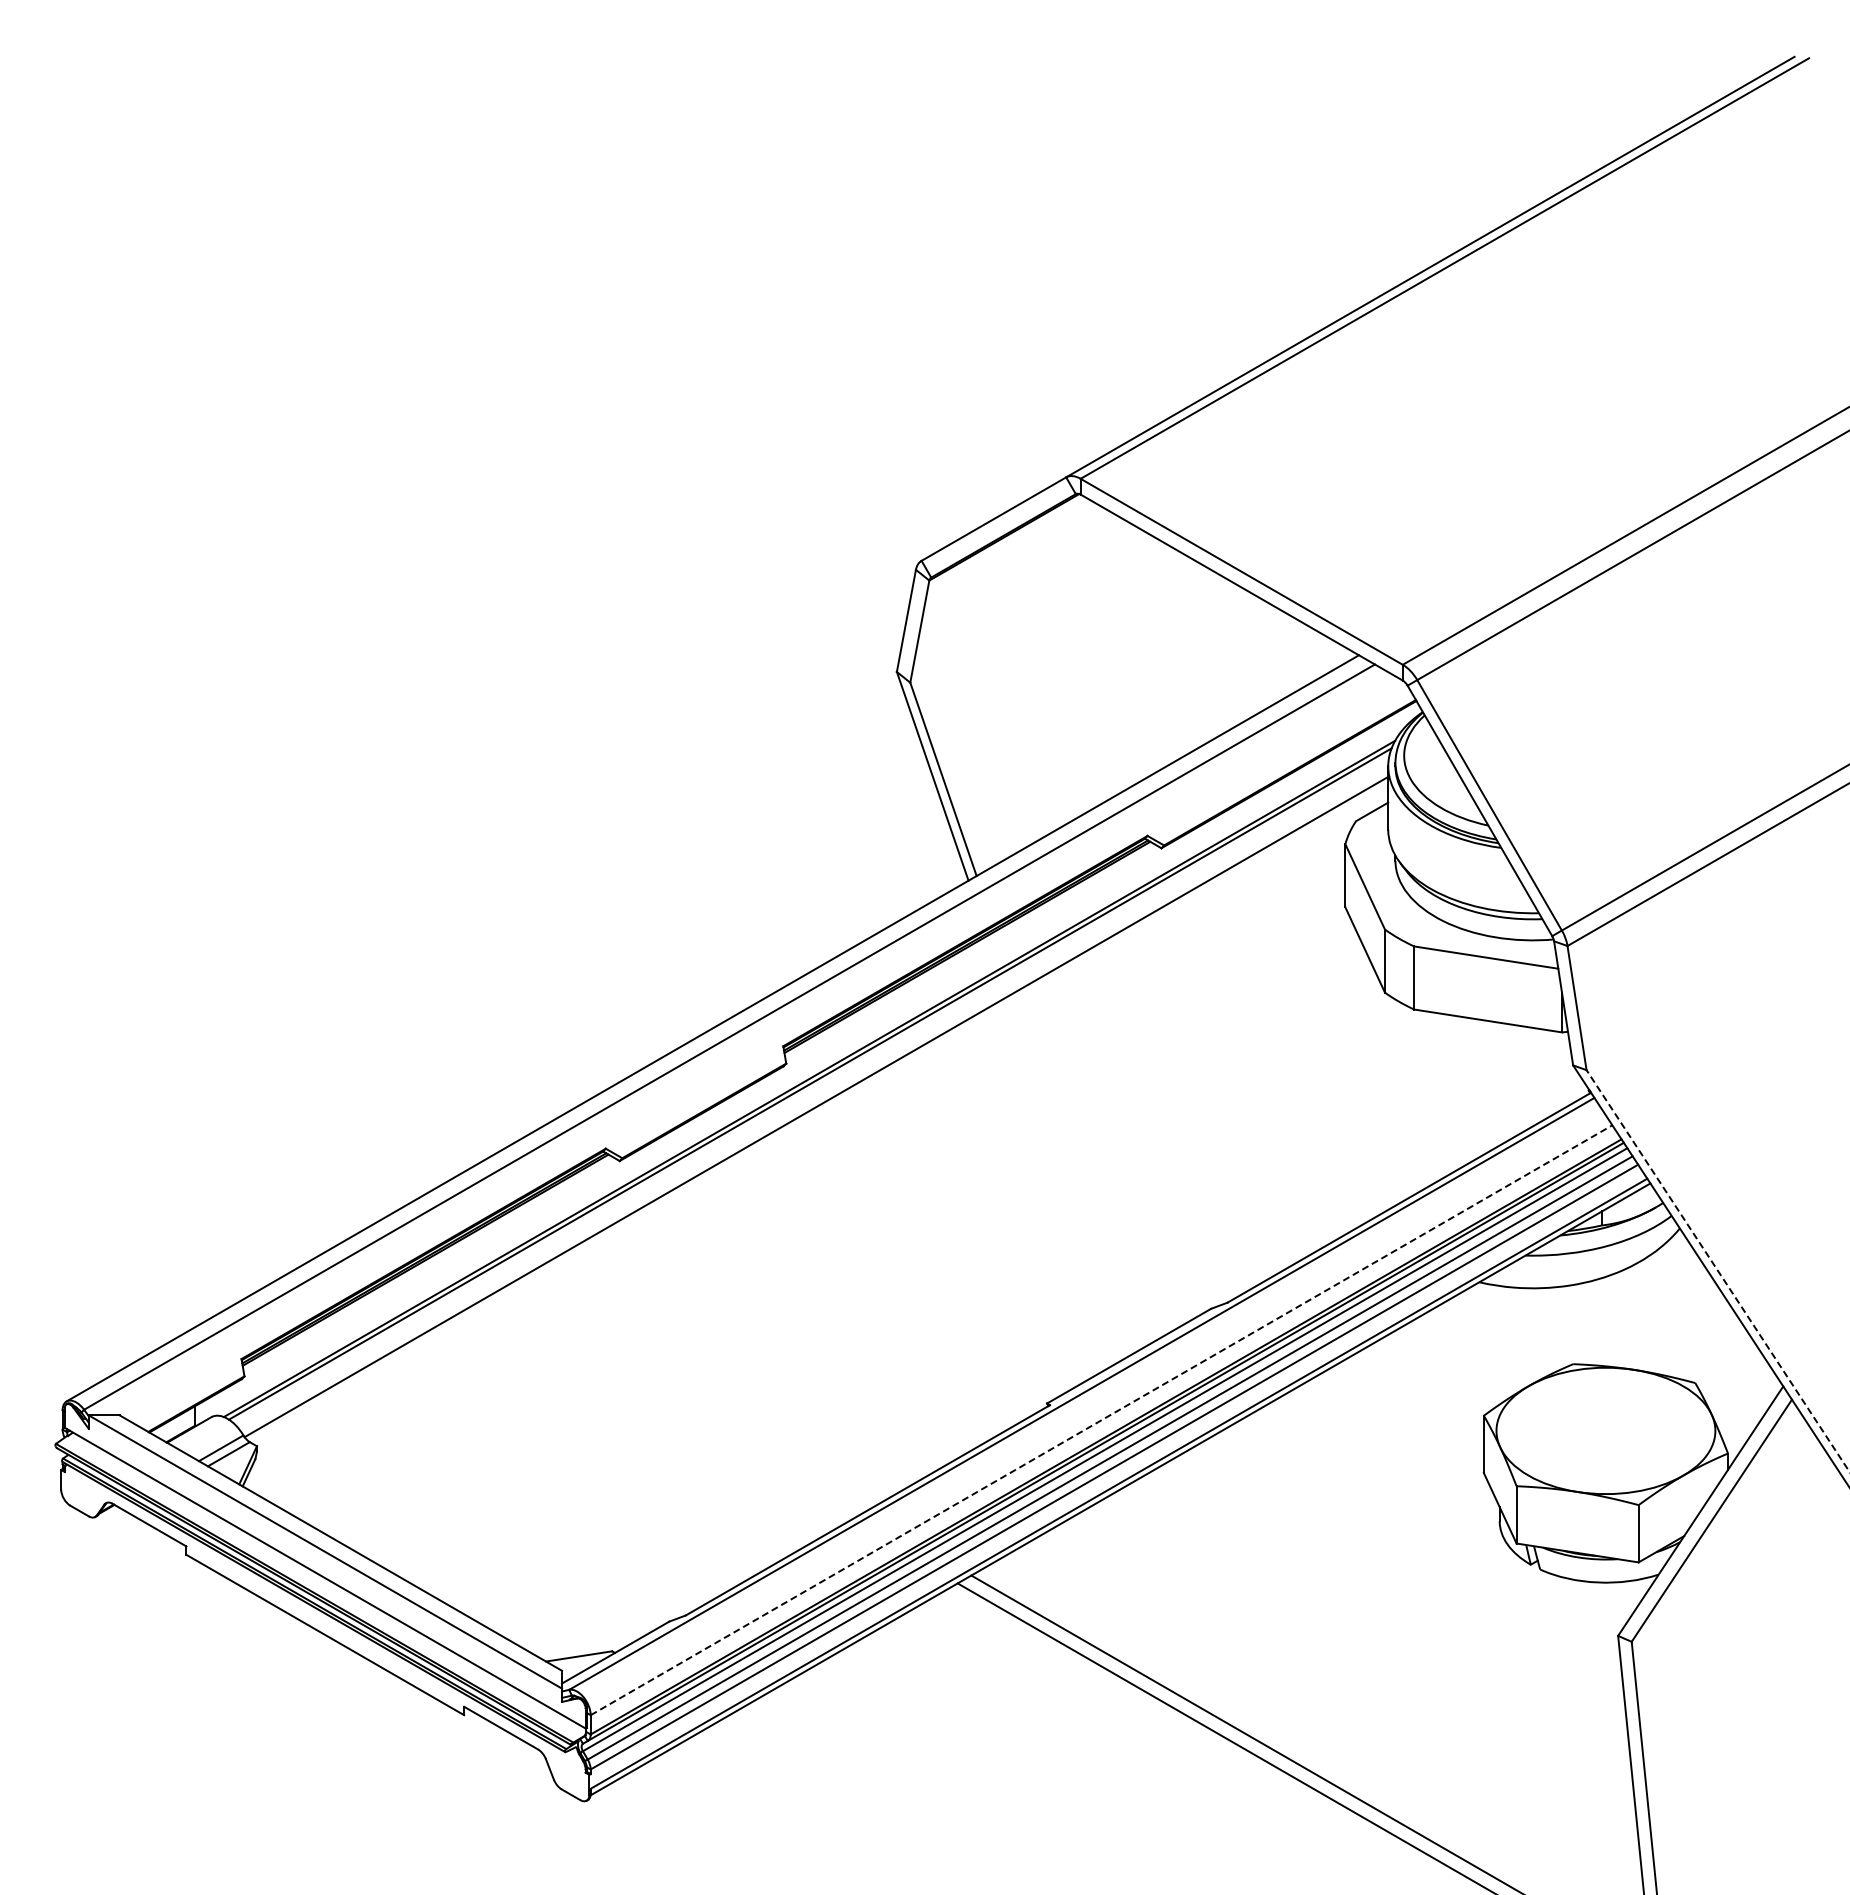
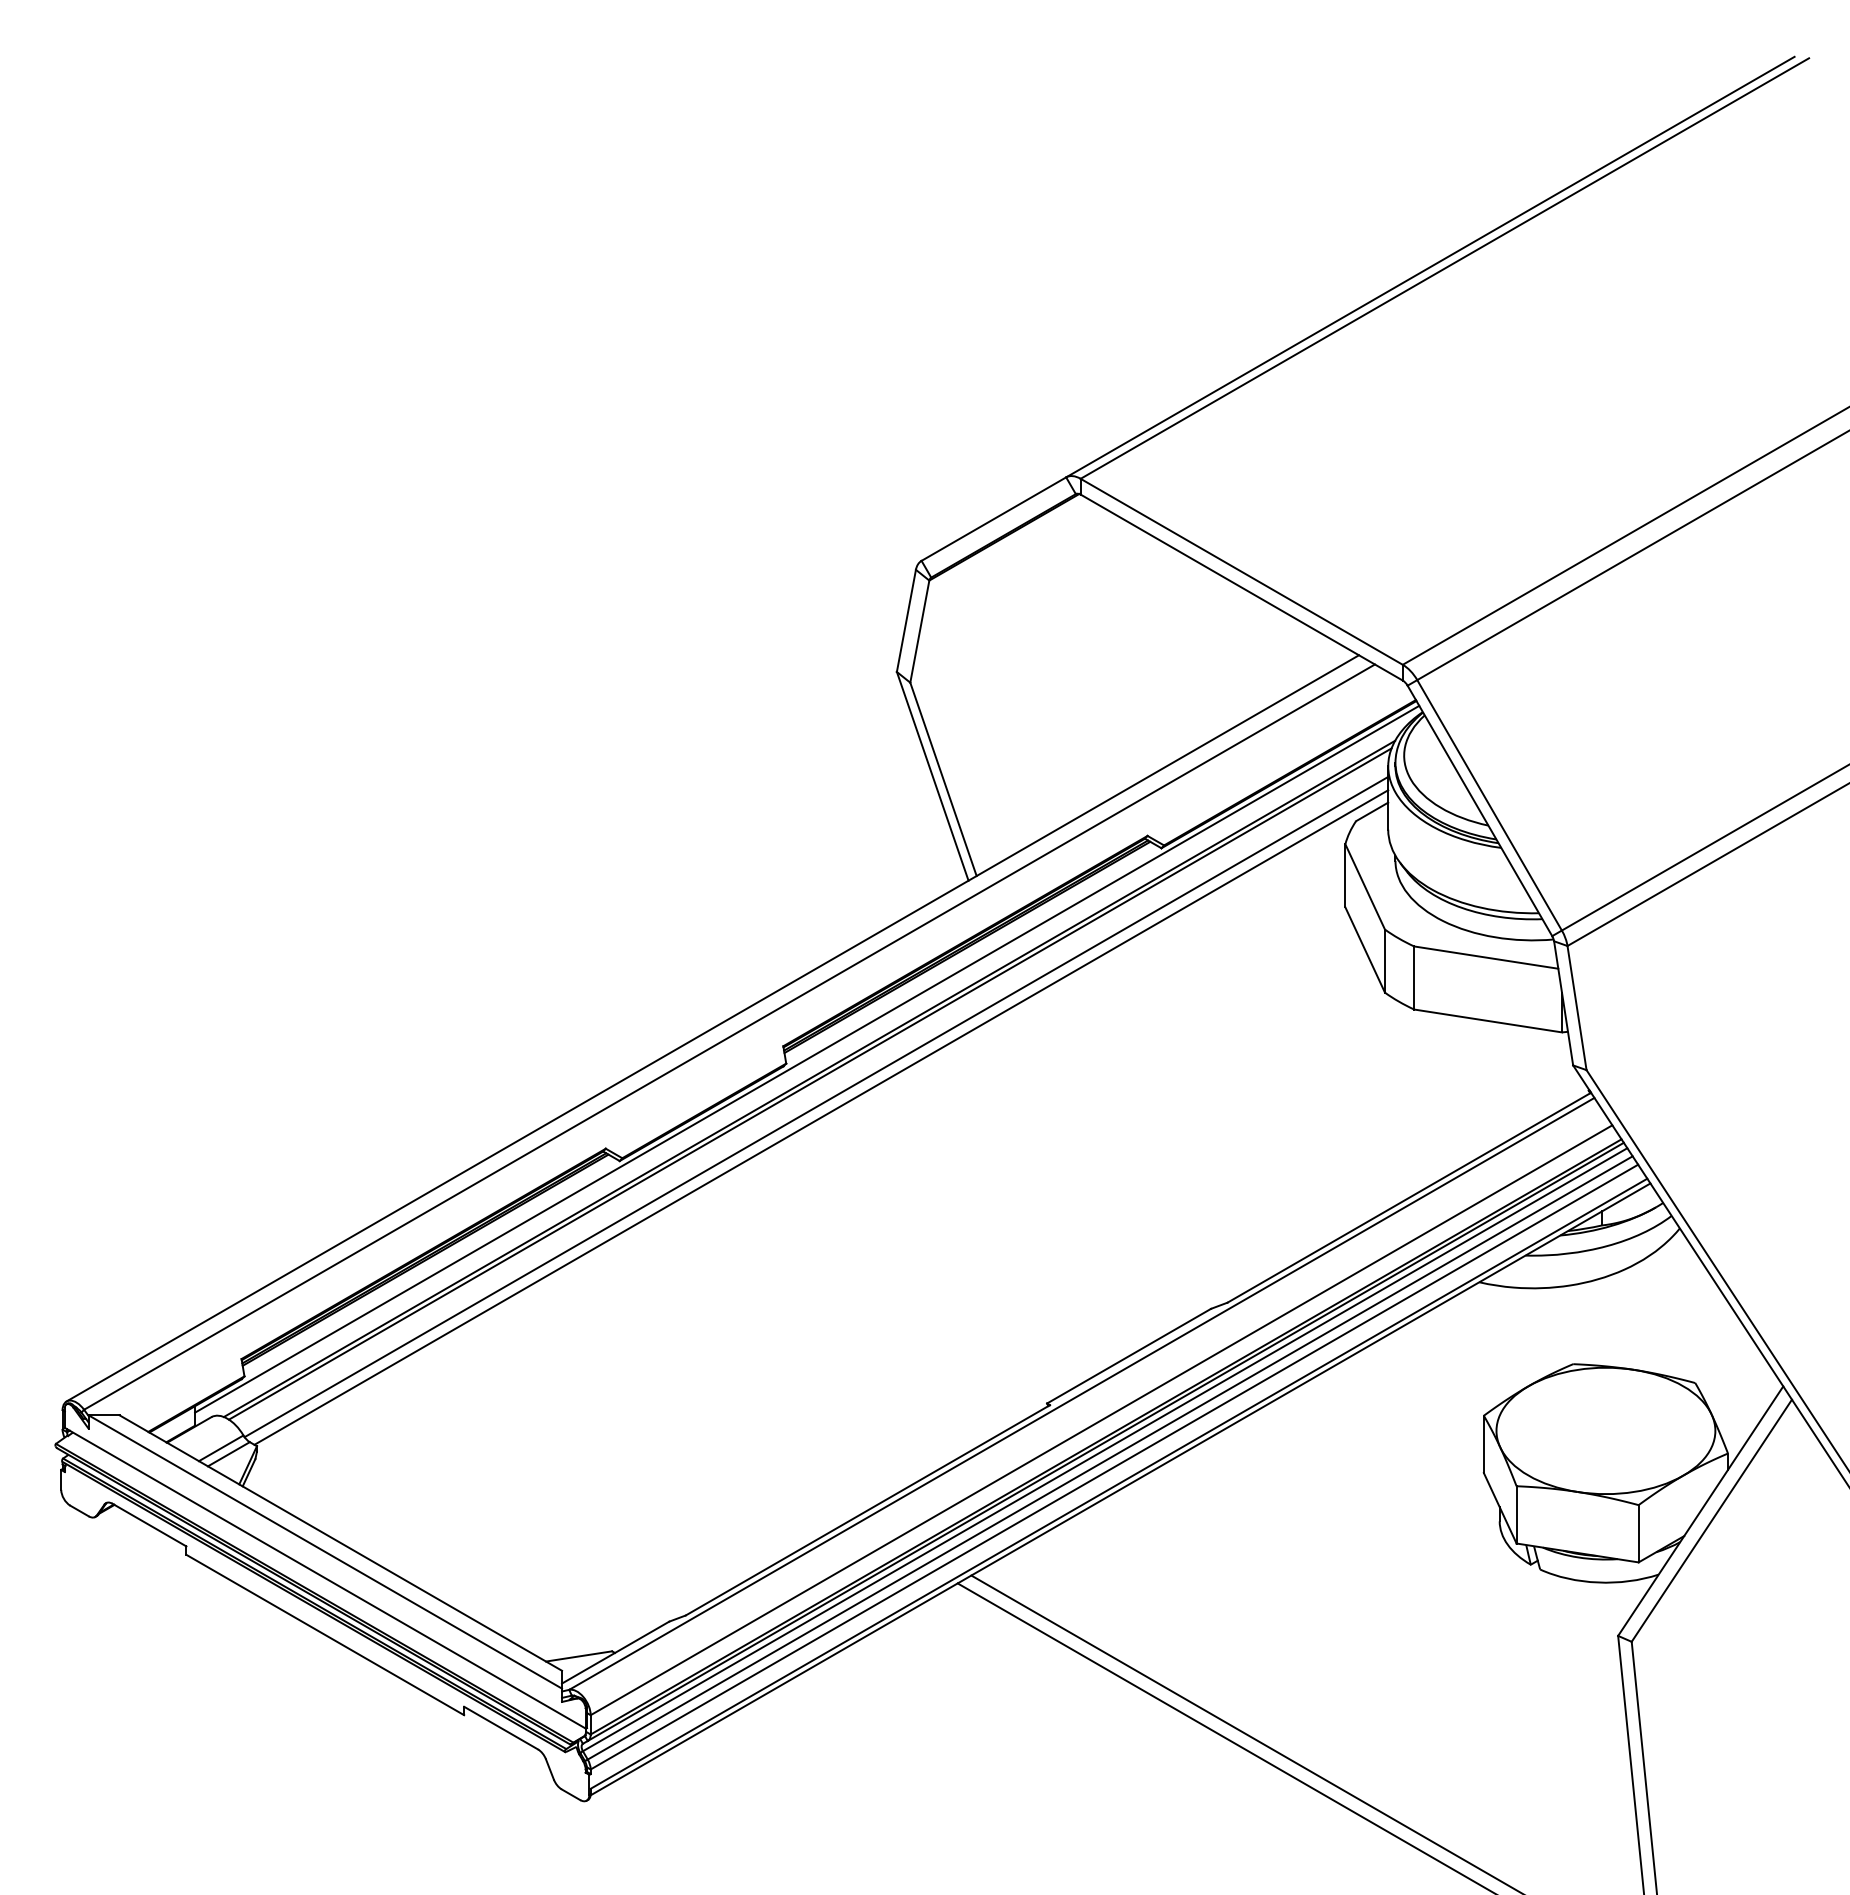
line at (807, 1058): none -> present
line at (821, 1117): none -> present
line at (1717, 1270): dashed -> solid
line at (1101, 1420): dashed -> solid
